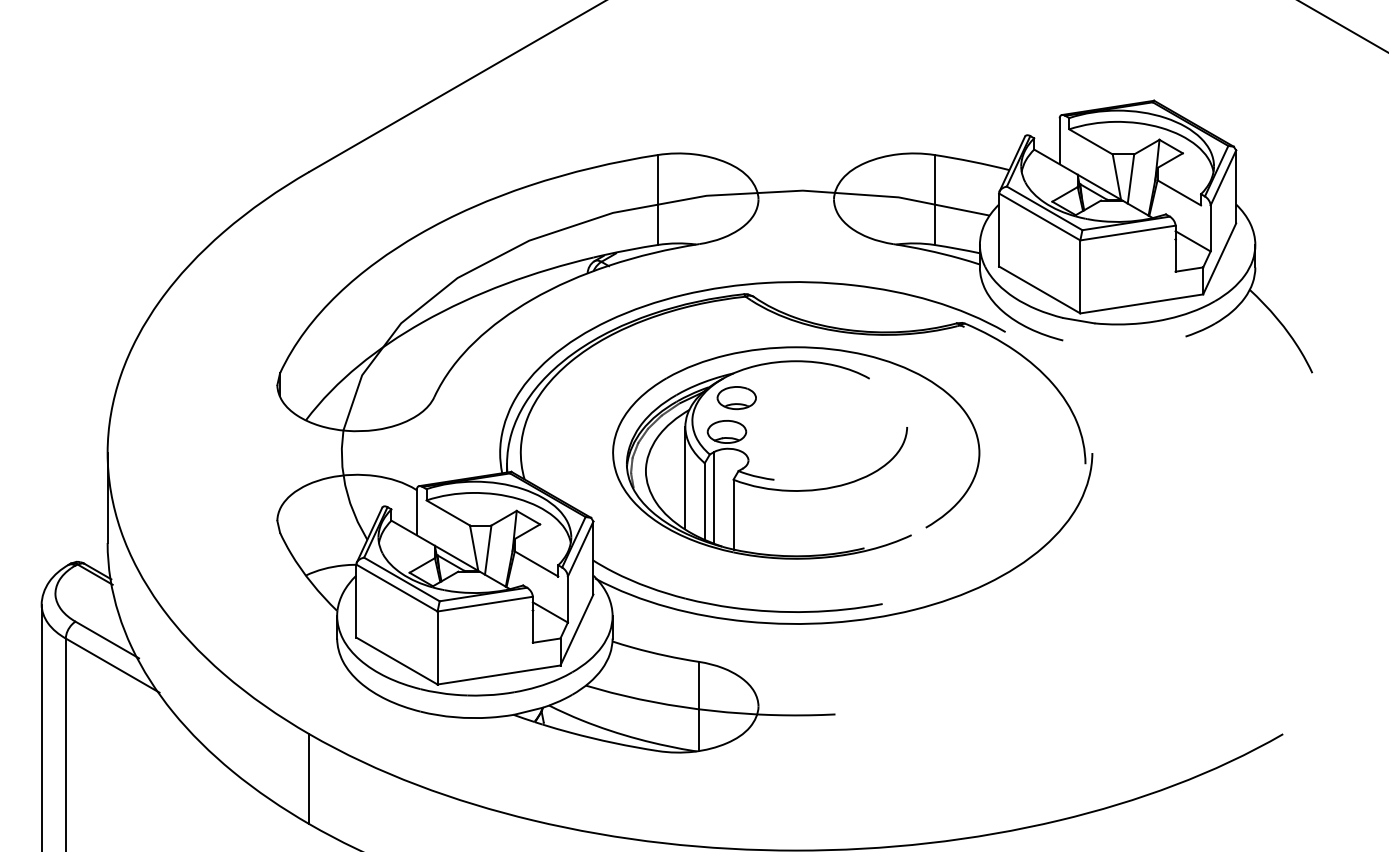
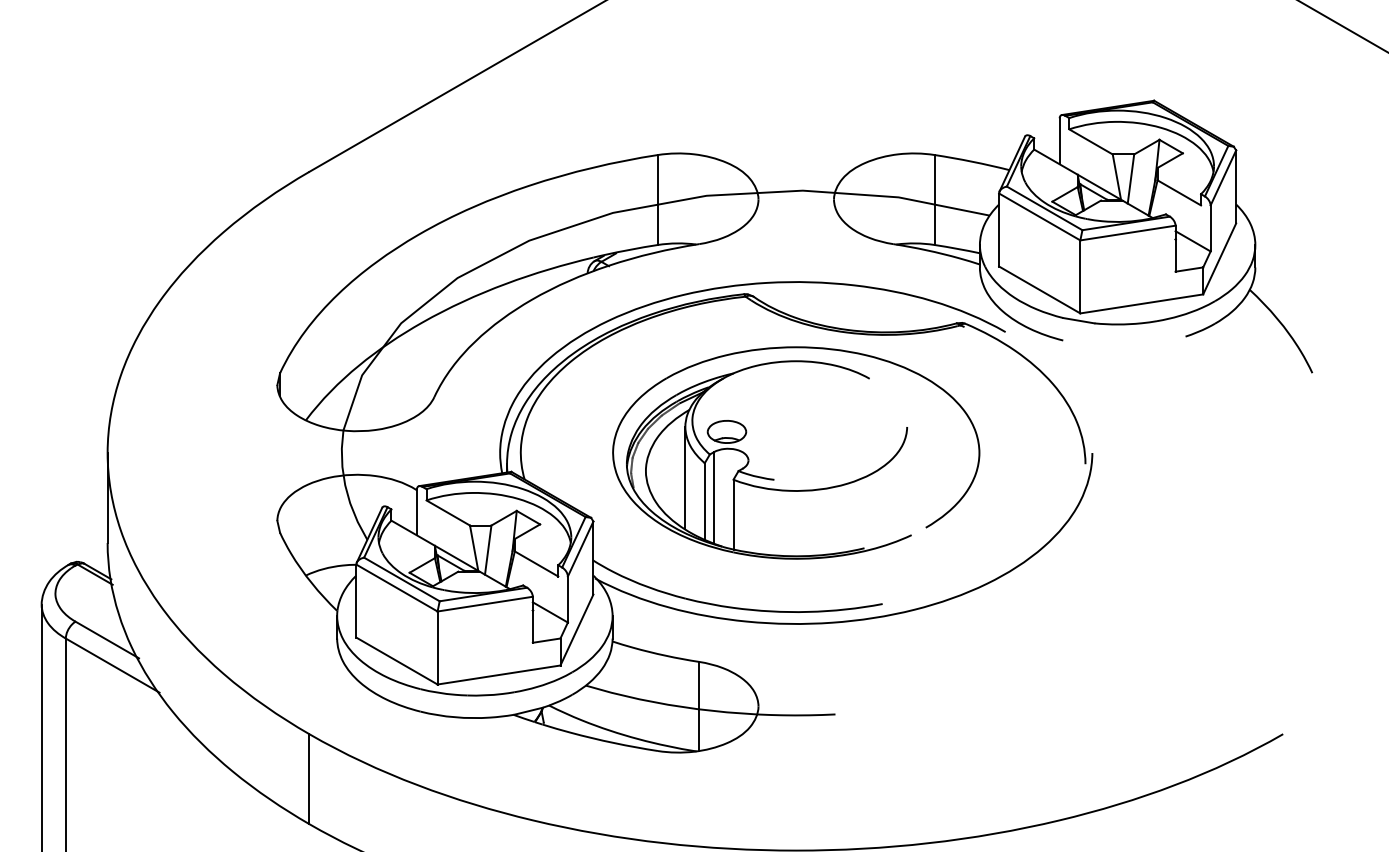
part at (736, 398): present -> none
